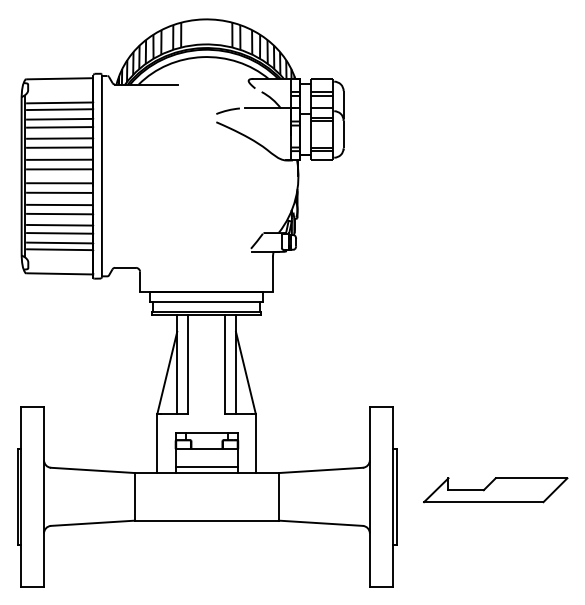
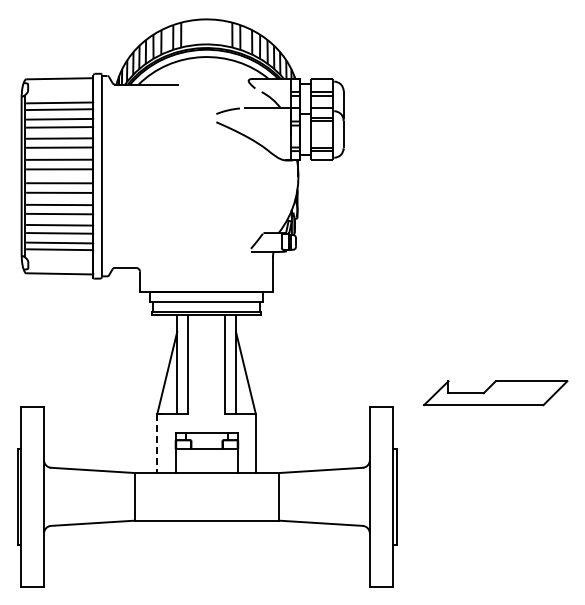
line at (157, 444): solid -> dashed
line at (206, 467): present -> none
part at (495, 490) position: (495, 490) -> (495, 393)
